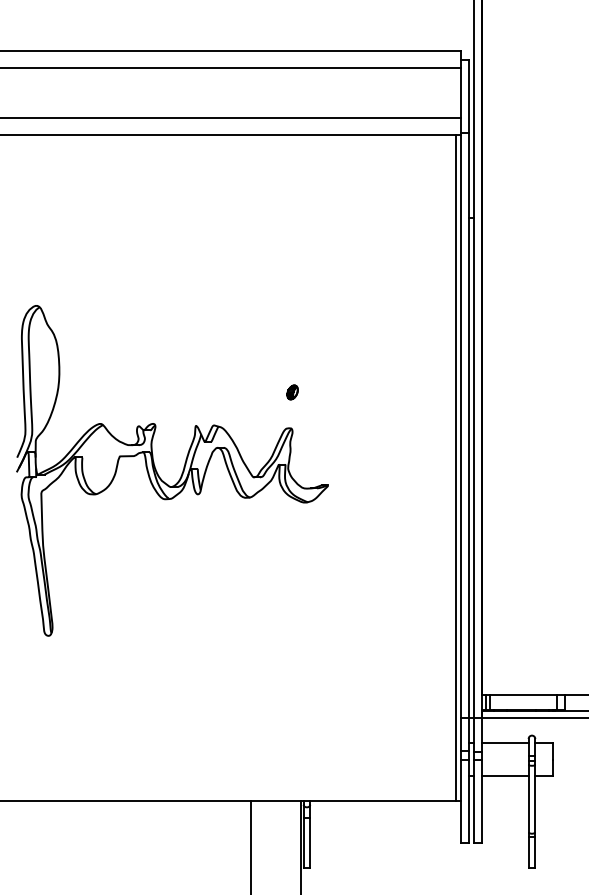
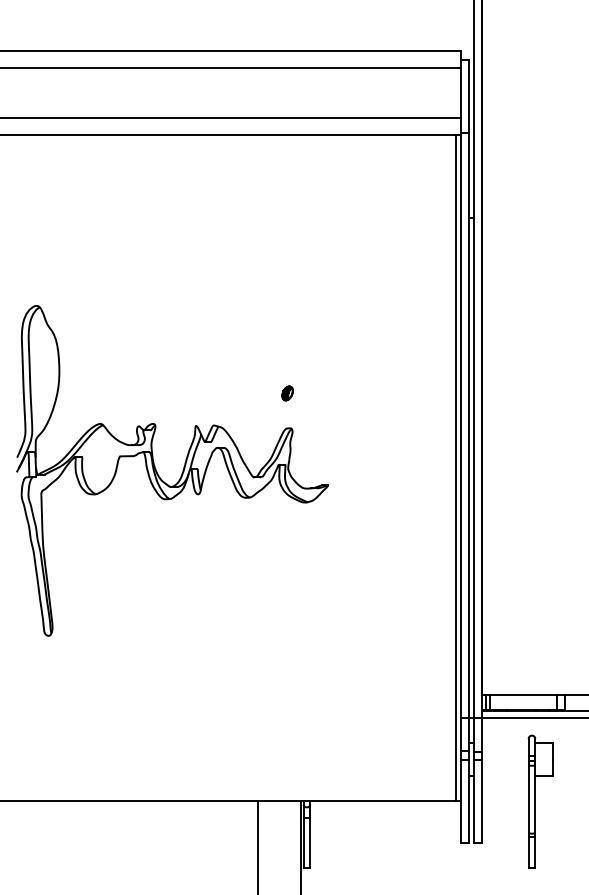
part at (292, 392) position: (292, 392) -> (287, 393)
line at (504, 743): present -> none
line at (504, 776): present -> none
line at (251, 846) position: (251, 846) -> (258, 846)
